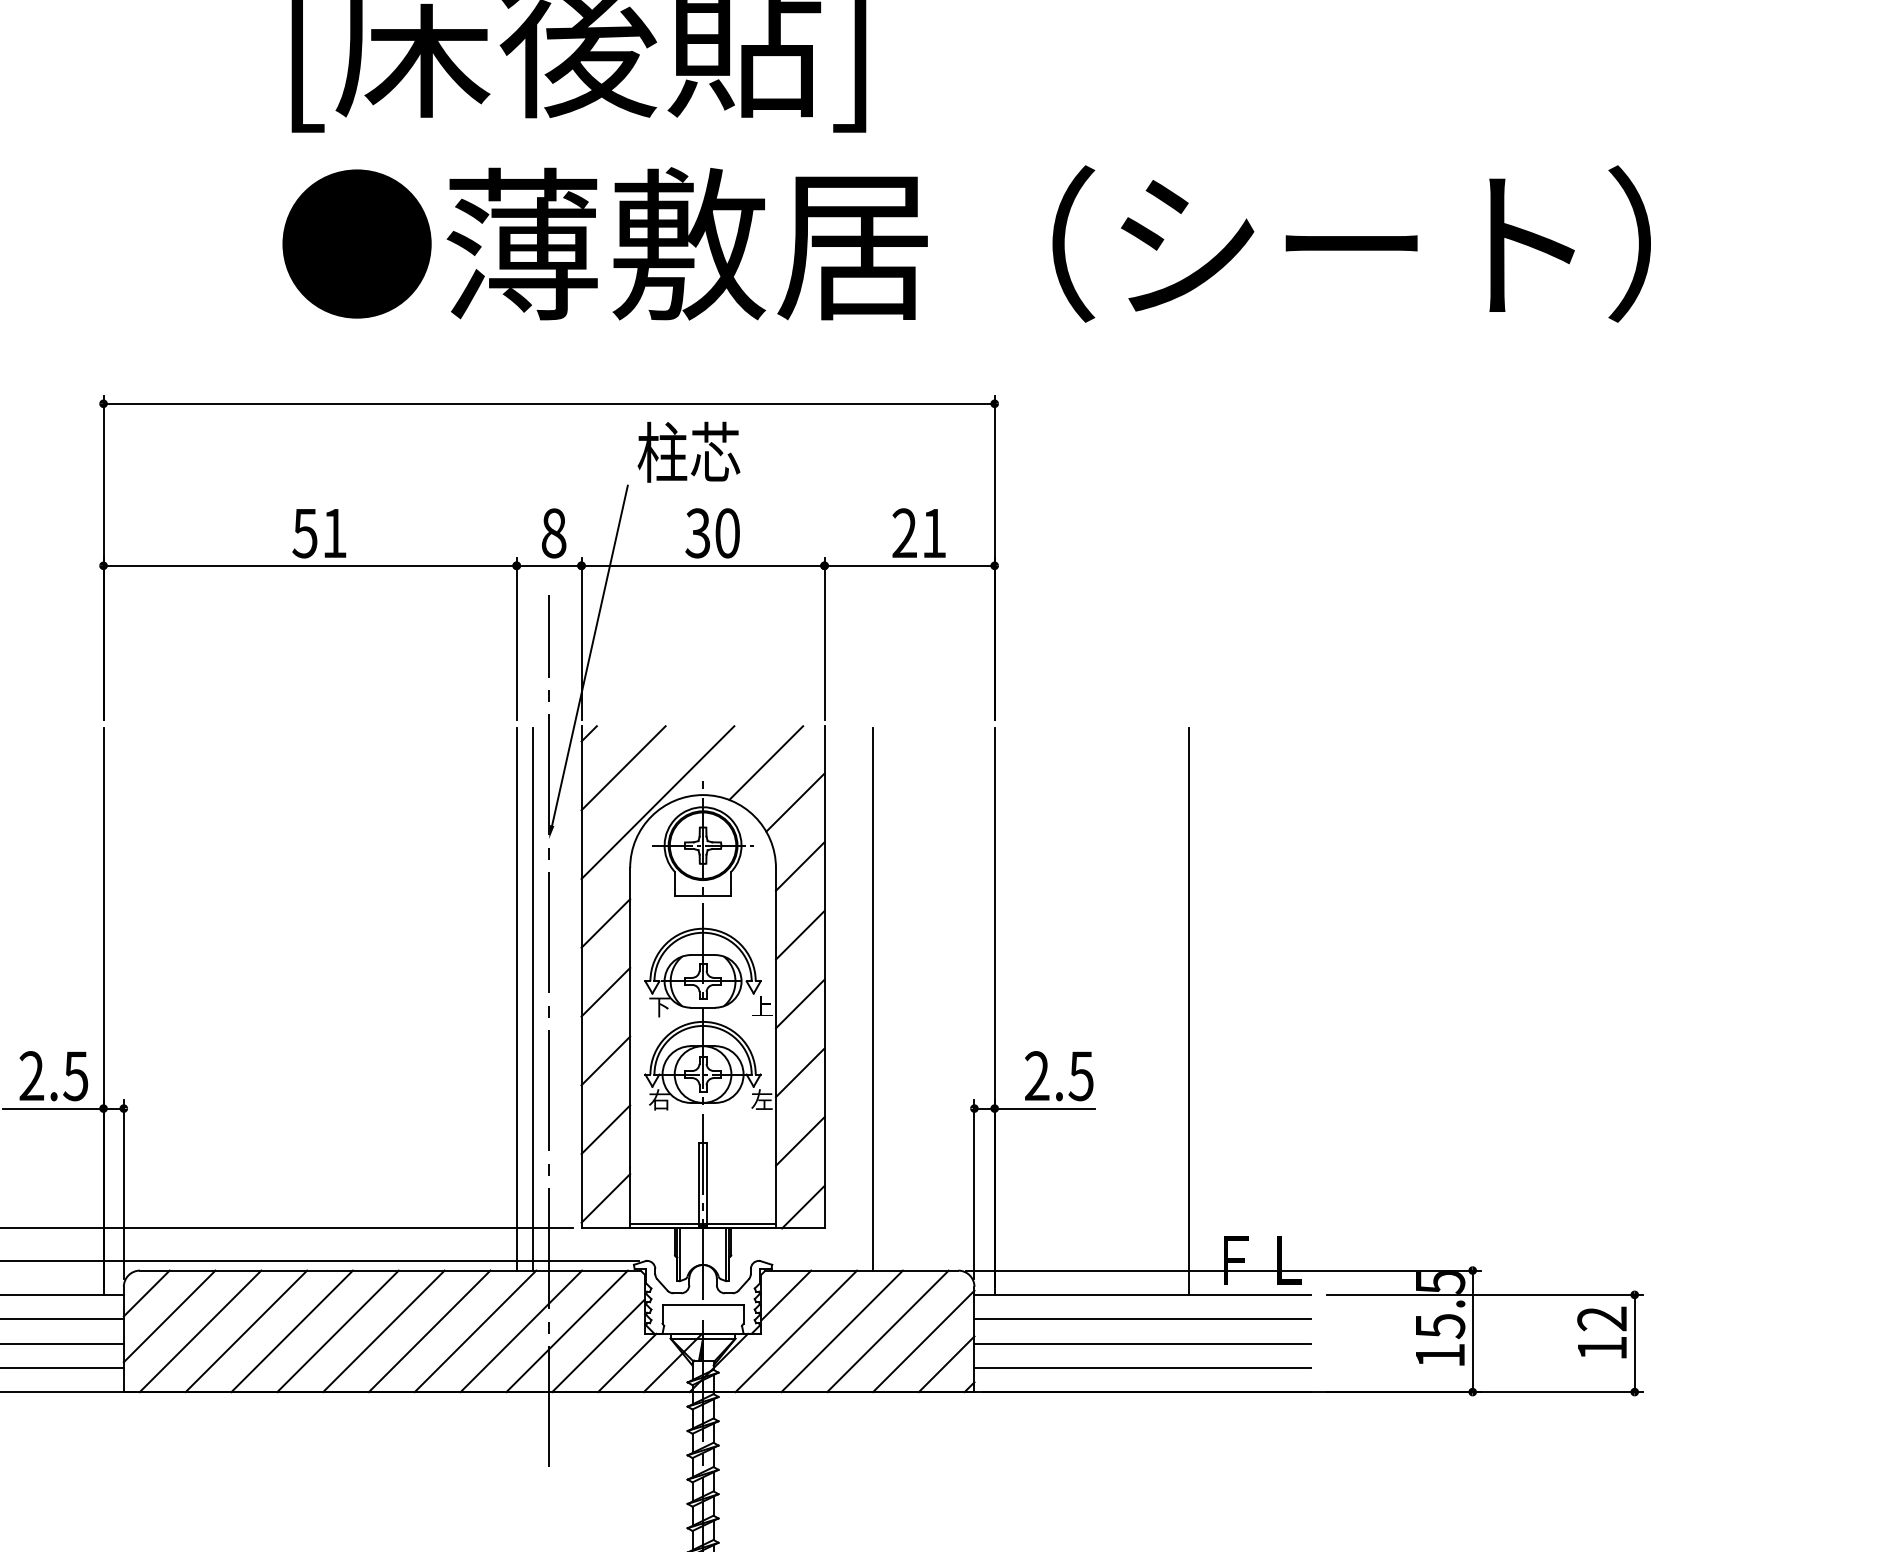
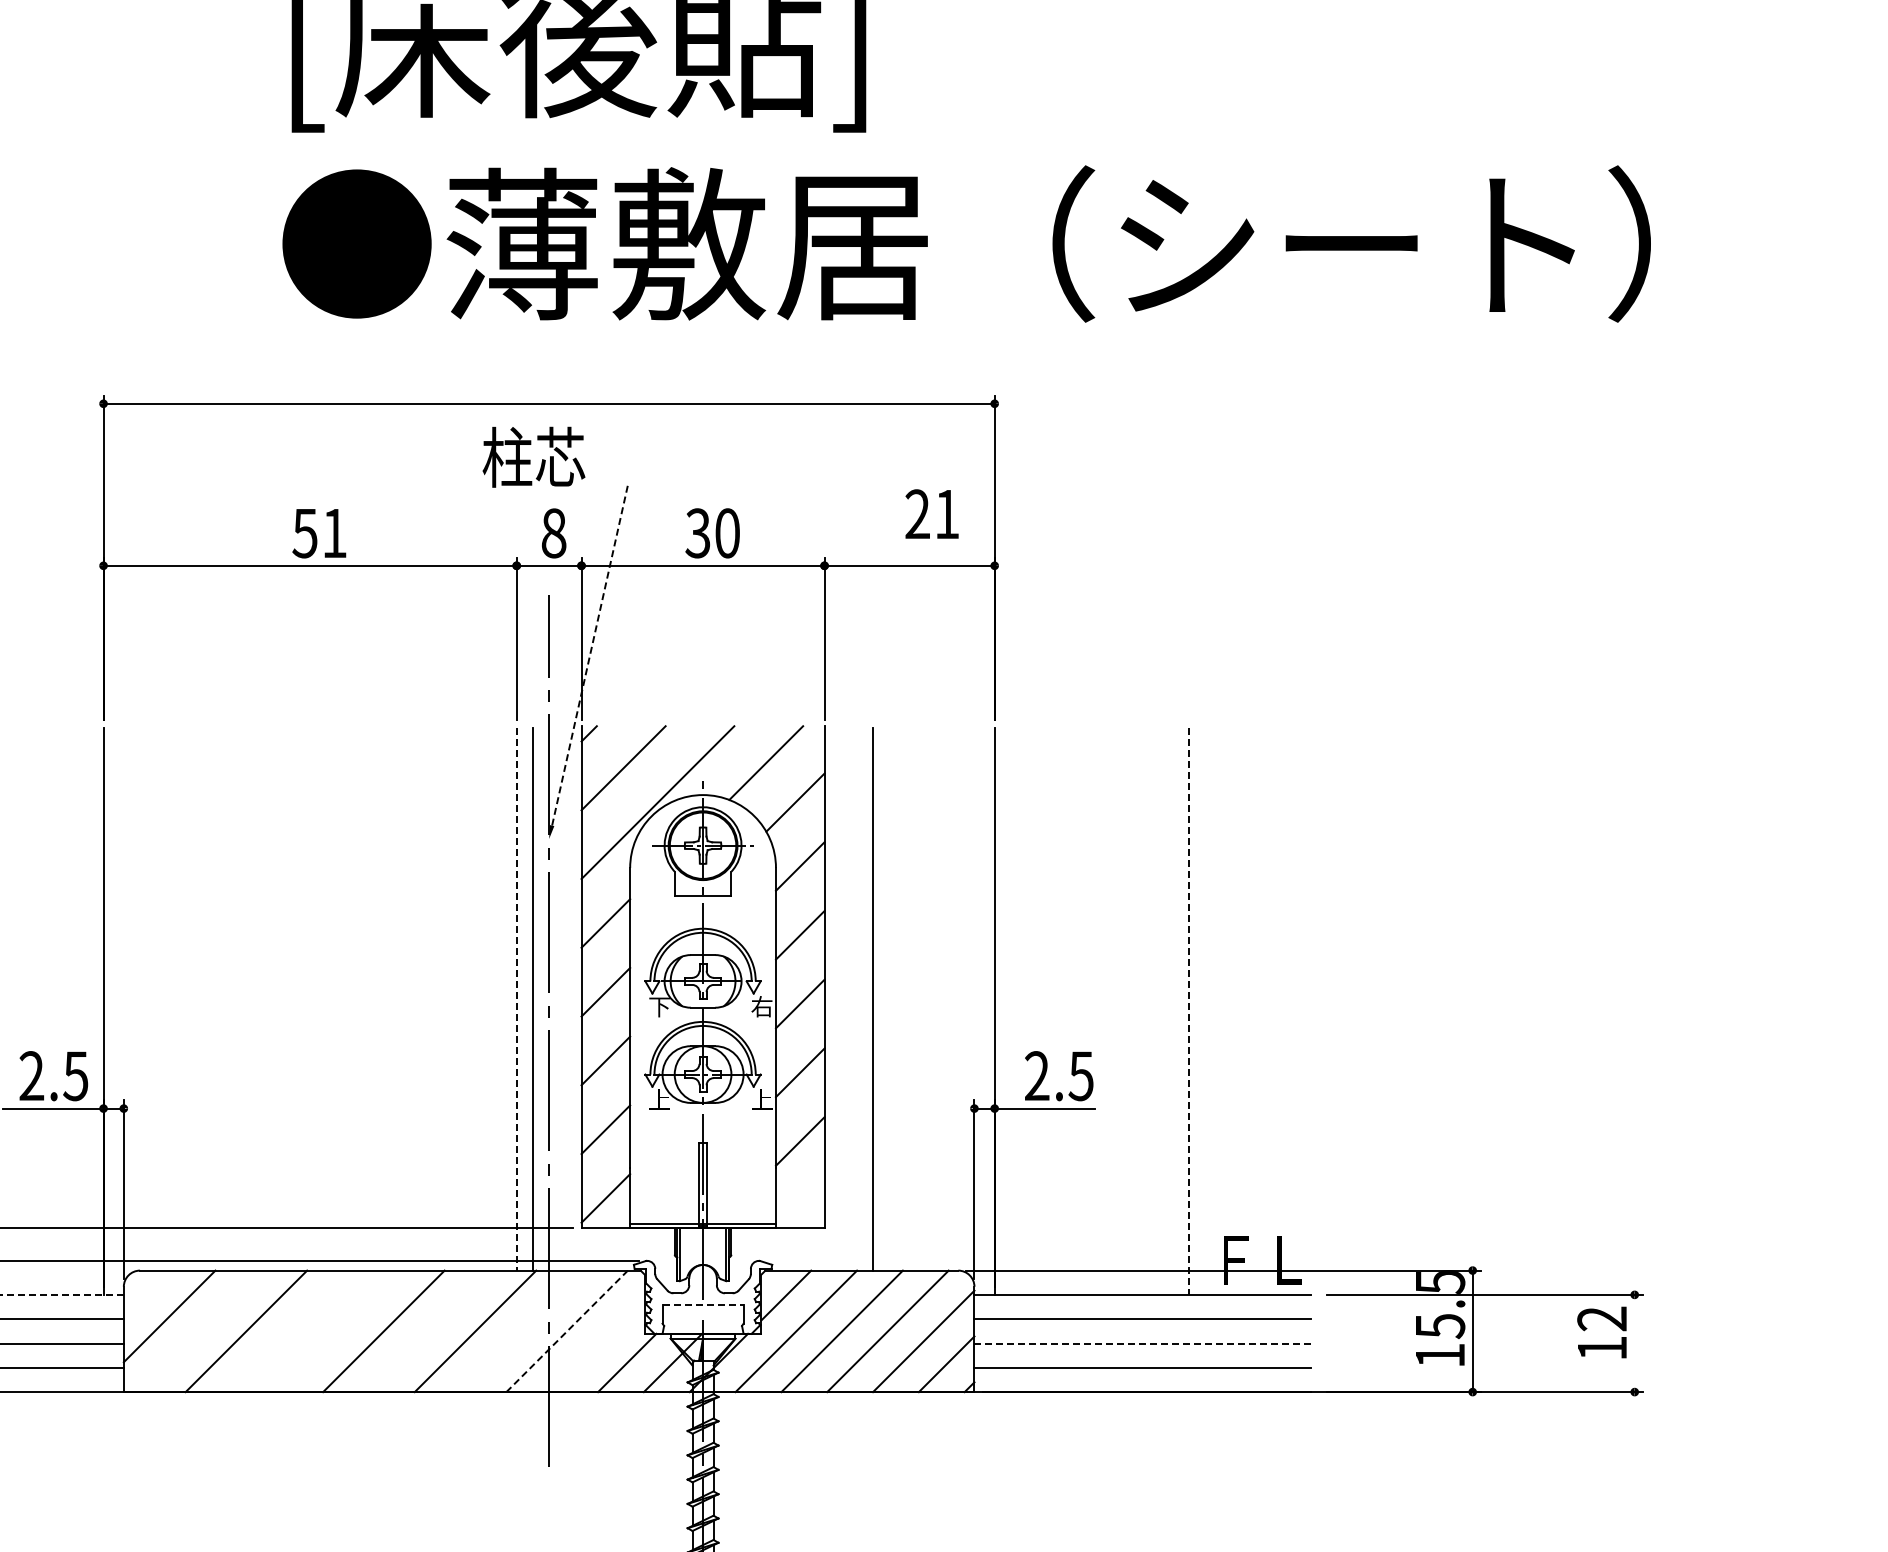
text at (688, 451) position: (688, 451) -> (533, 456)
text at (918, 532) position: (918, 532) -> (931, 513)
line at (590, 655): solid -> dashed
line at (516, 999): solid -> dashed
text at (761, 1006): 上 -> 右
line at (1189, 1011): solid -> dashed
text at (659, 1099): 右 -> 上
text at (761, 1099): 左 -> 上
line at (803, 1206): present -> none
line at (146, 1293): present -> none
line at (61, 1294): solid -> dashed
line at (703, 1305): solid -> dashed
line at (200, 1331): present -> none
line at (291, 1331): present -> none
line at (337, 1331): present -> none
line at (429, 1331): present -> none
line at (521, 1331): present -> none
line at (567, 1331): solid -> dashed
line at (1143, 1343): solid -> dashed
line at (1634, 1343): present -> none
line at (598, 1345): present -> none
